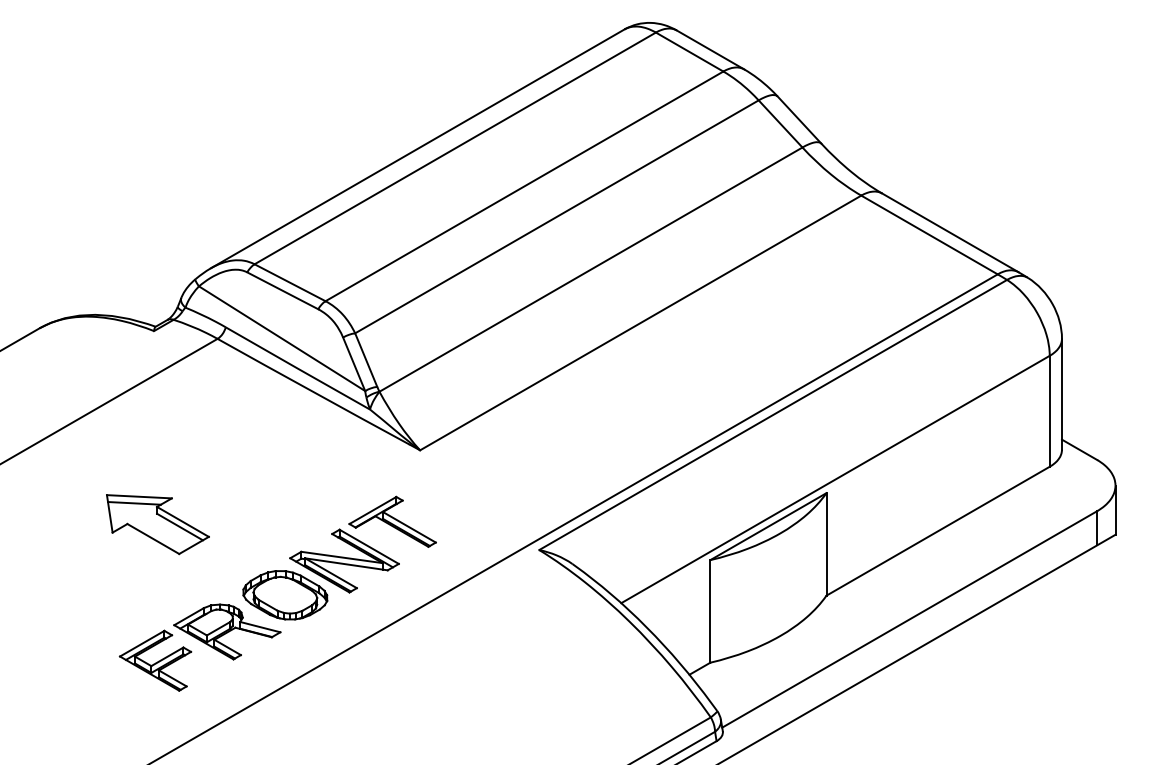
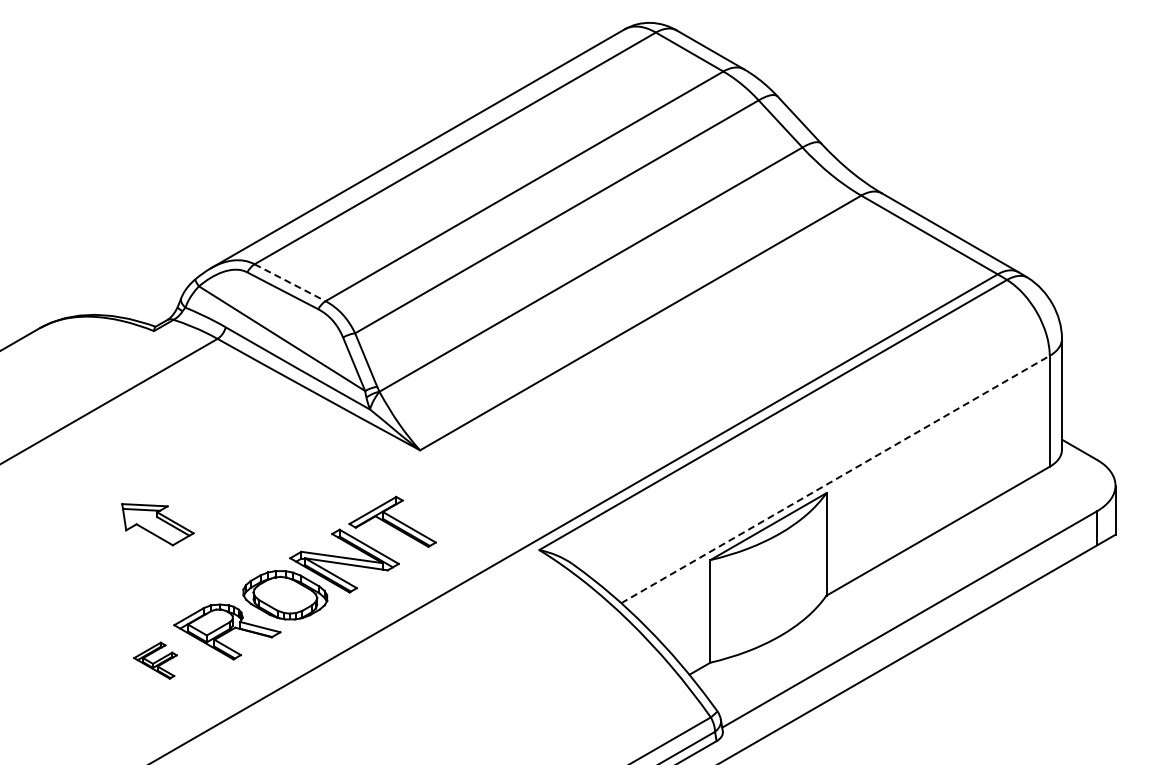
line at (290, 282): solid -> dashed
line at (835, 479): solid -> dashed
part at (157, 524) size: 104x62 px -> 74x44 px
part at (155, 660) size: 75x63 px -> 45x39 px
